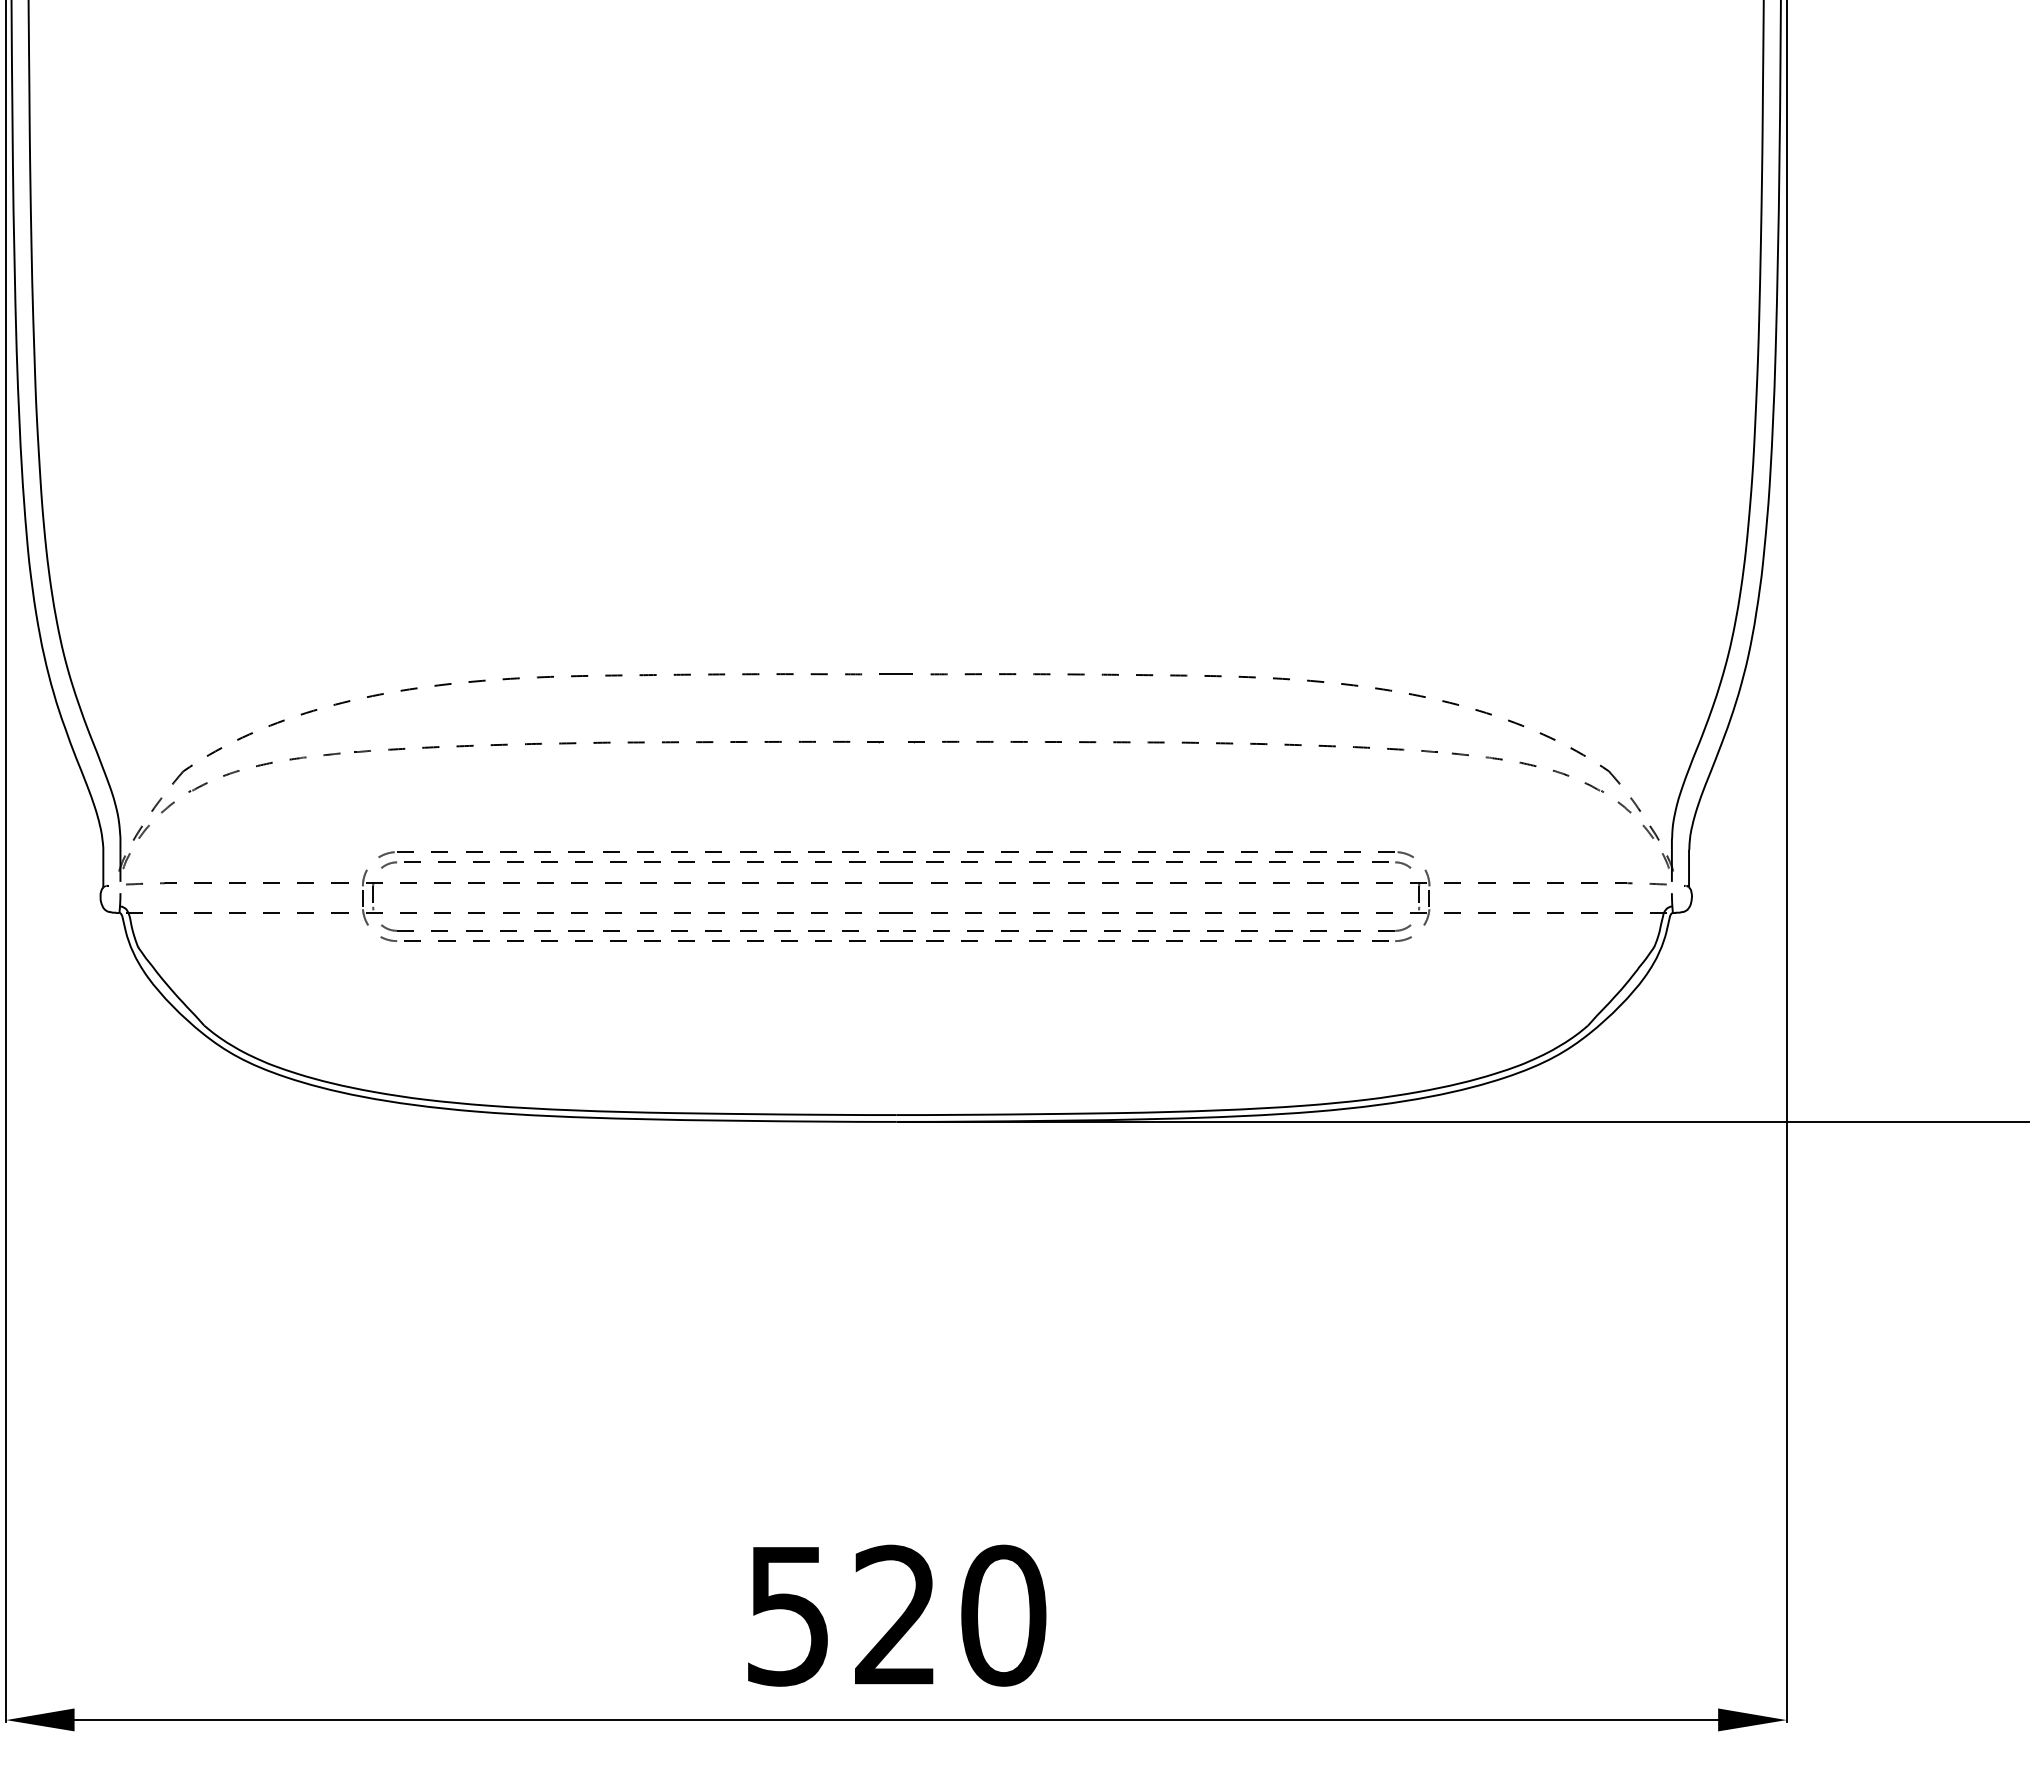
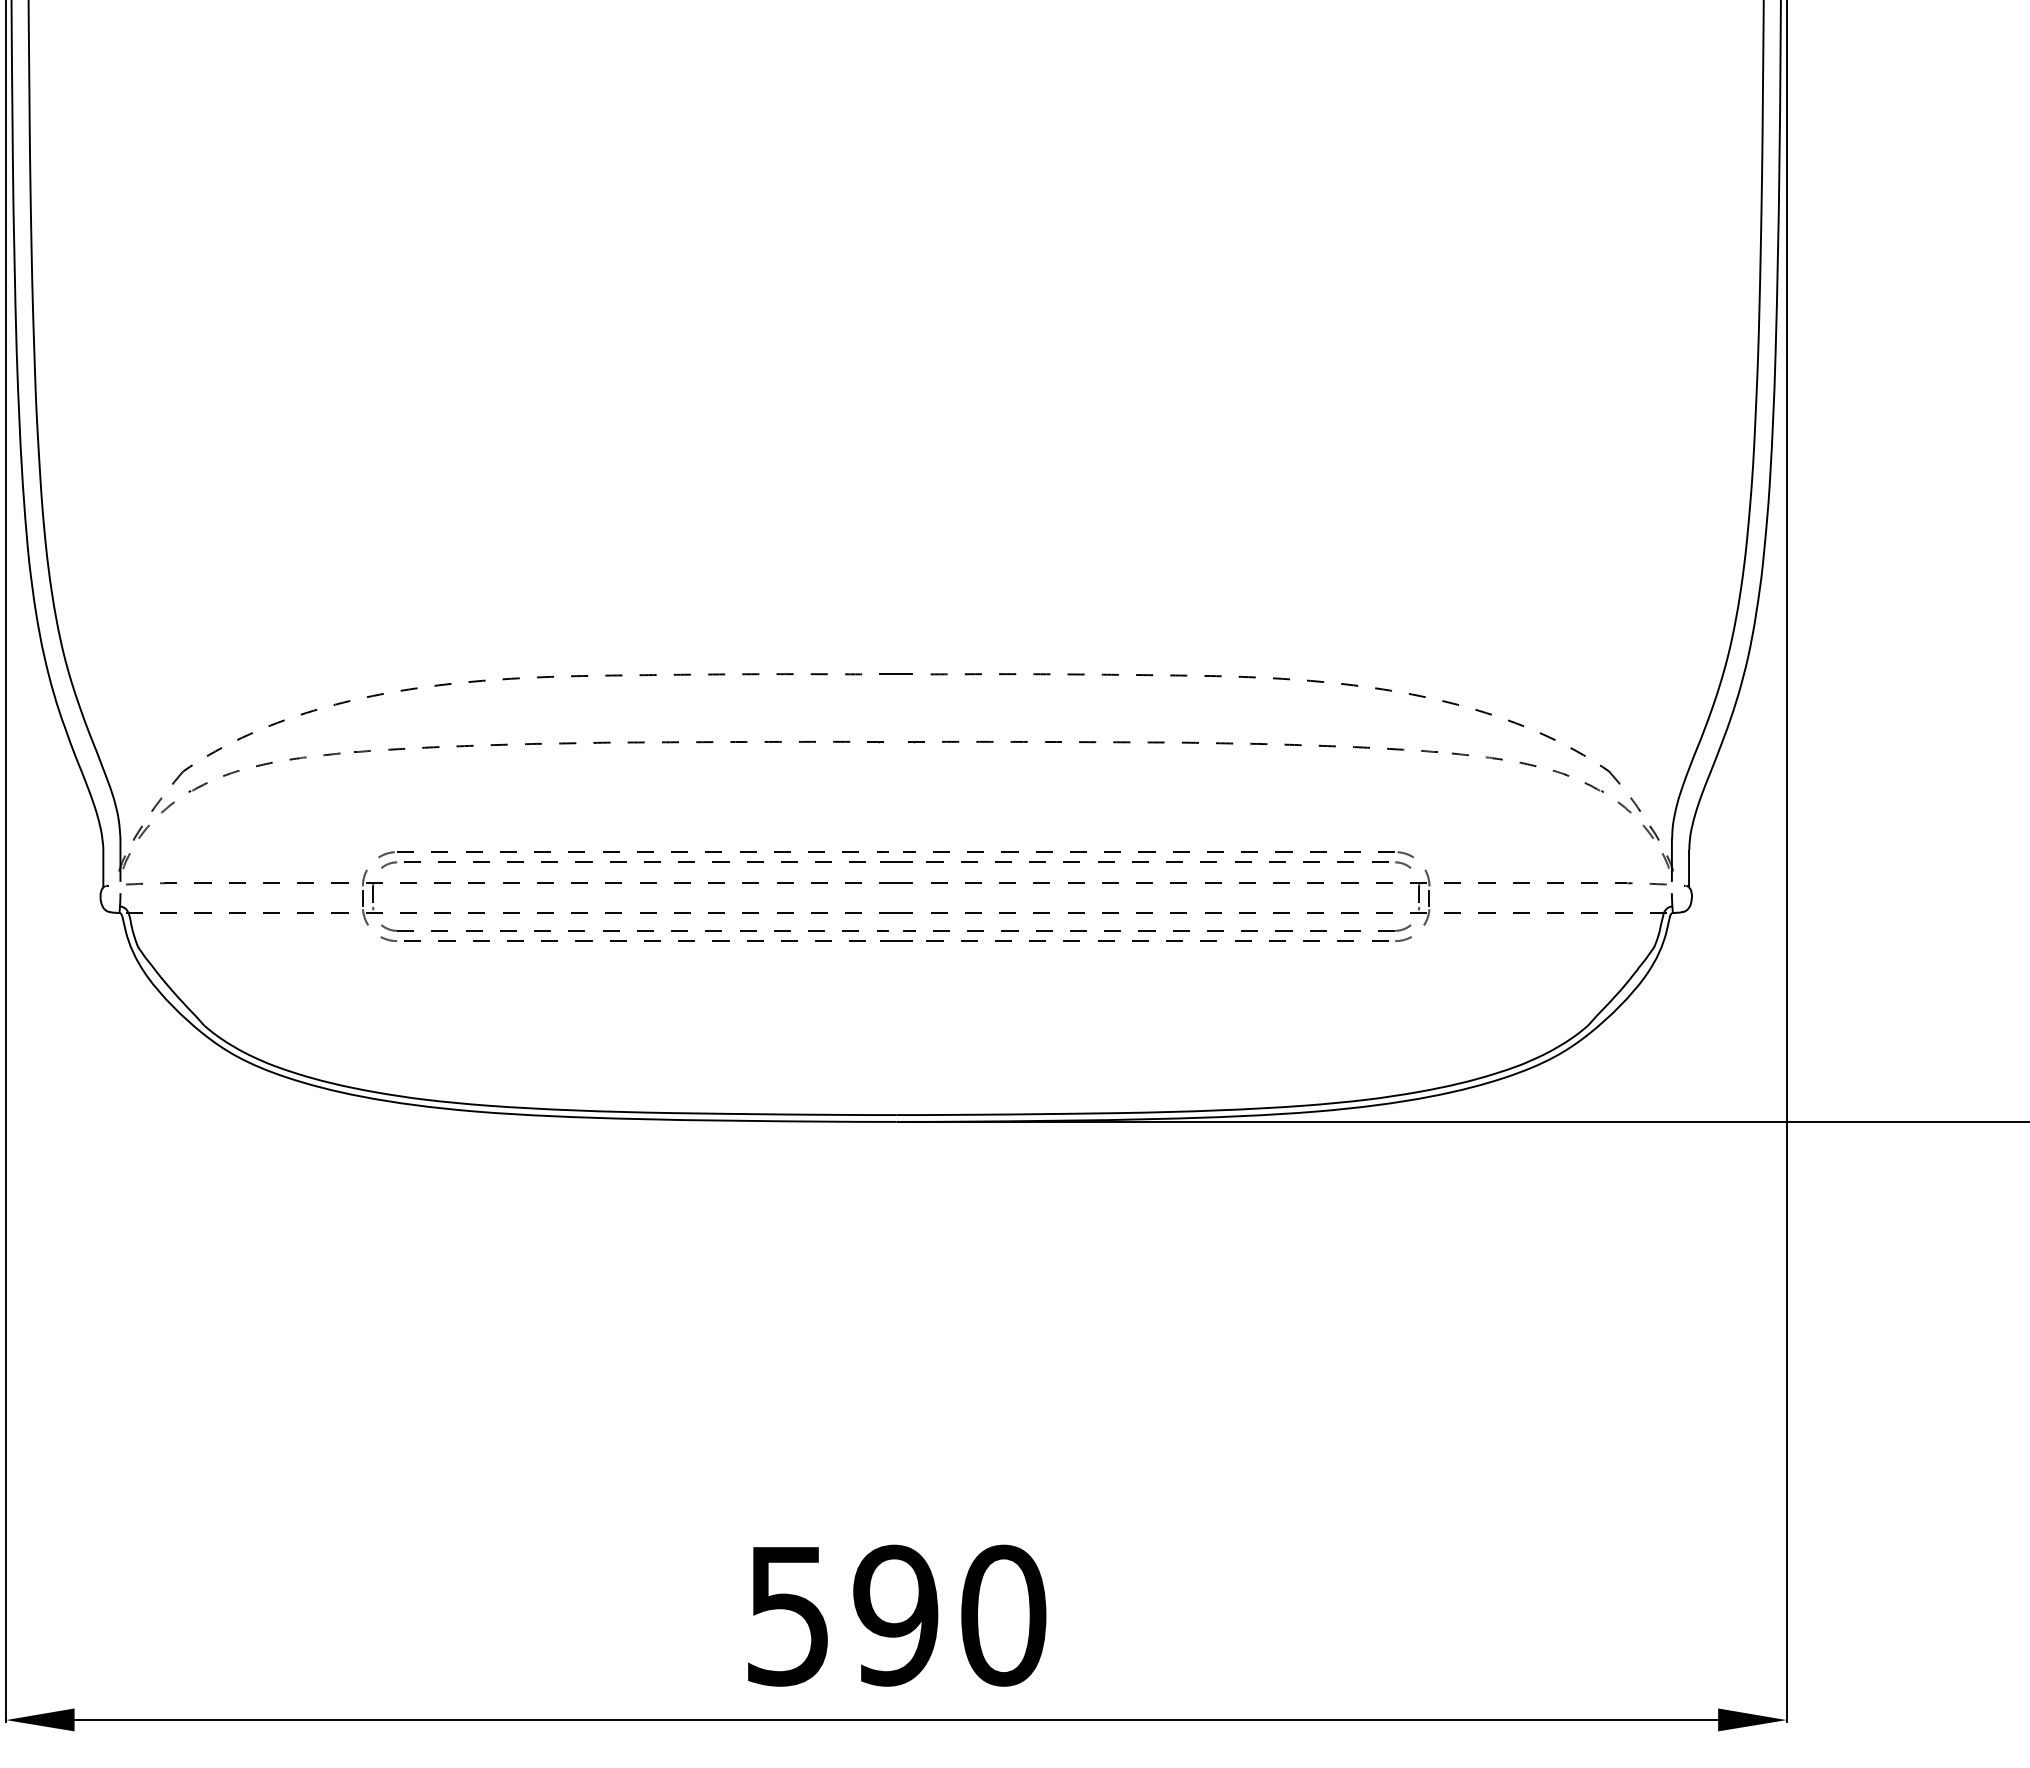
text at (895, 1615): 520 -> 590
